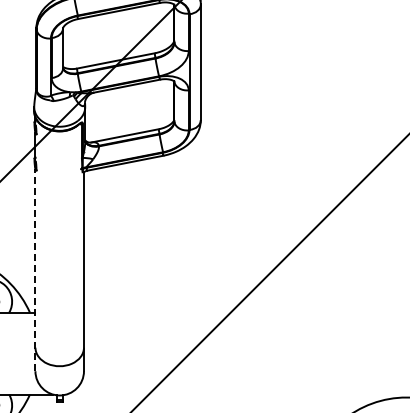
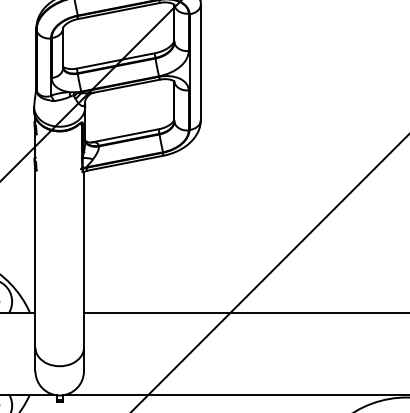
line at (35, 270): dashed -> solid
line at (244, 312): none -> present
line at (236, 394): none -> present
